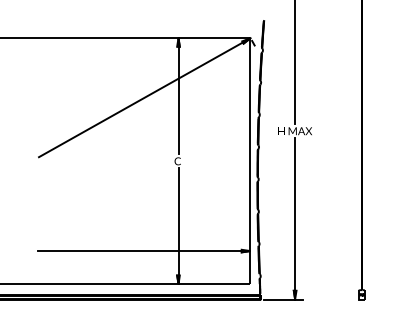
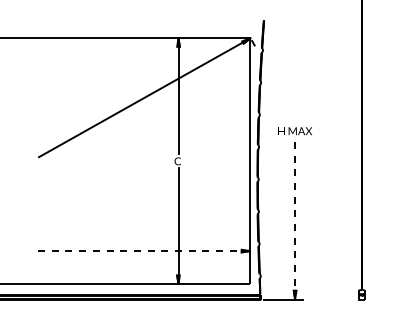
line at (295, 63): present -> none
line at (295, 218): solid -> dashed
line at (143, 251): solid -> dashed
